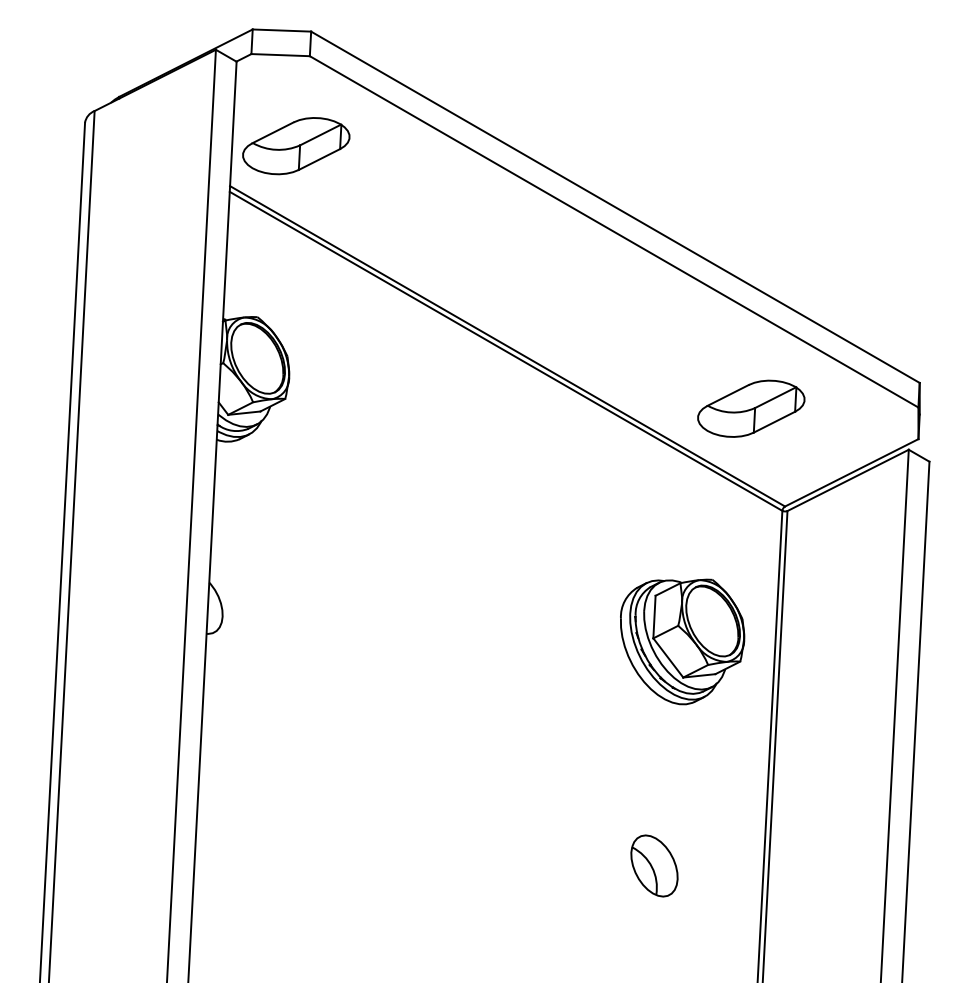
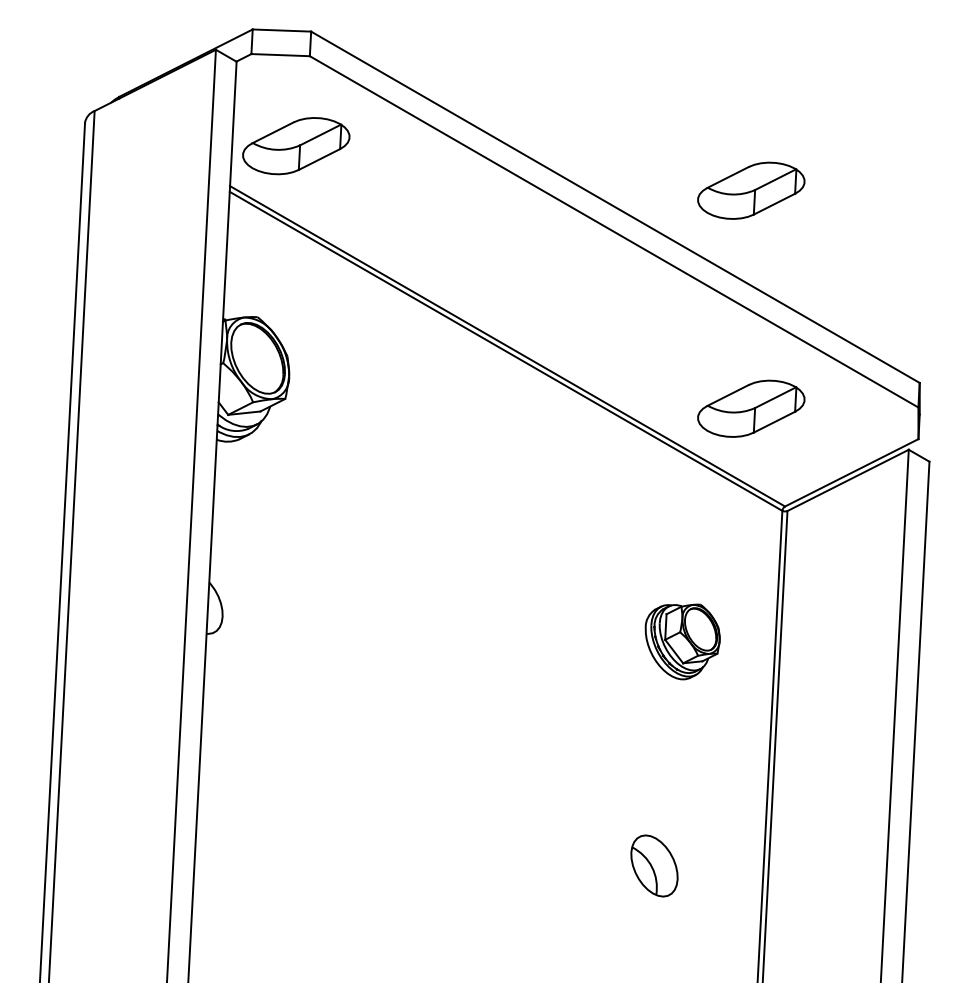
part at (751, 190): none -> present
part at (682, 641) size: 126x128 px -> 77x78 px
